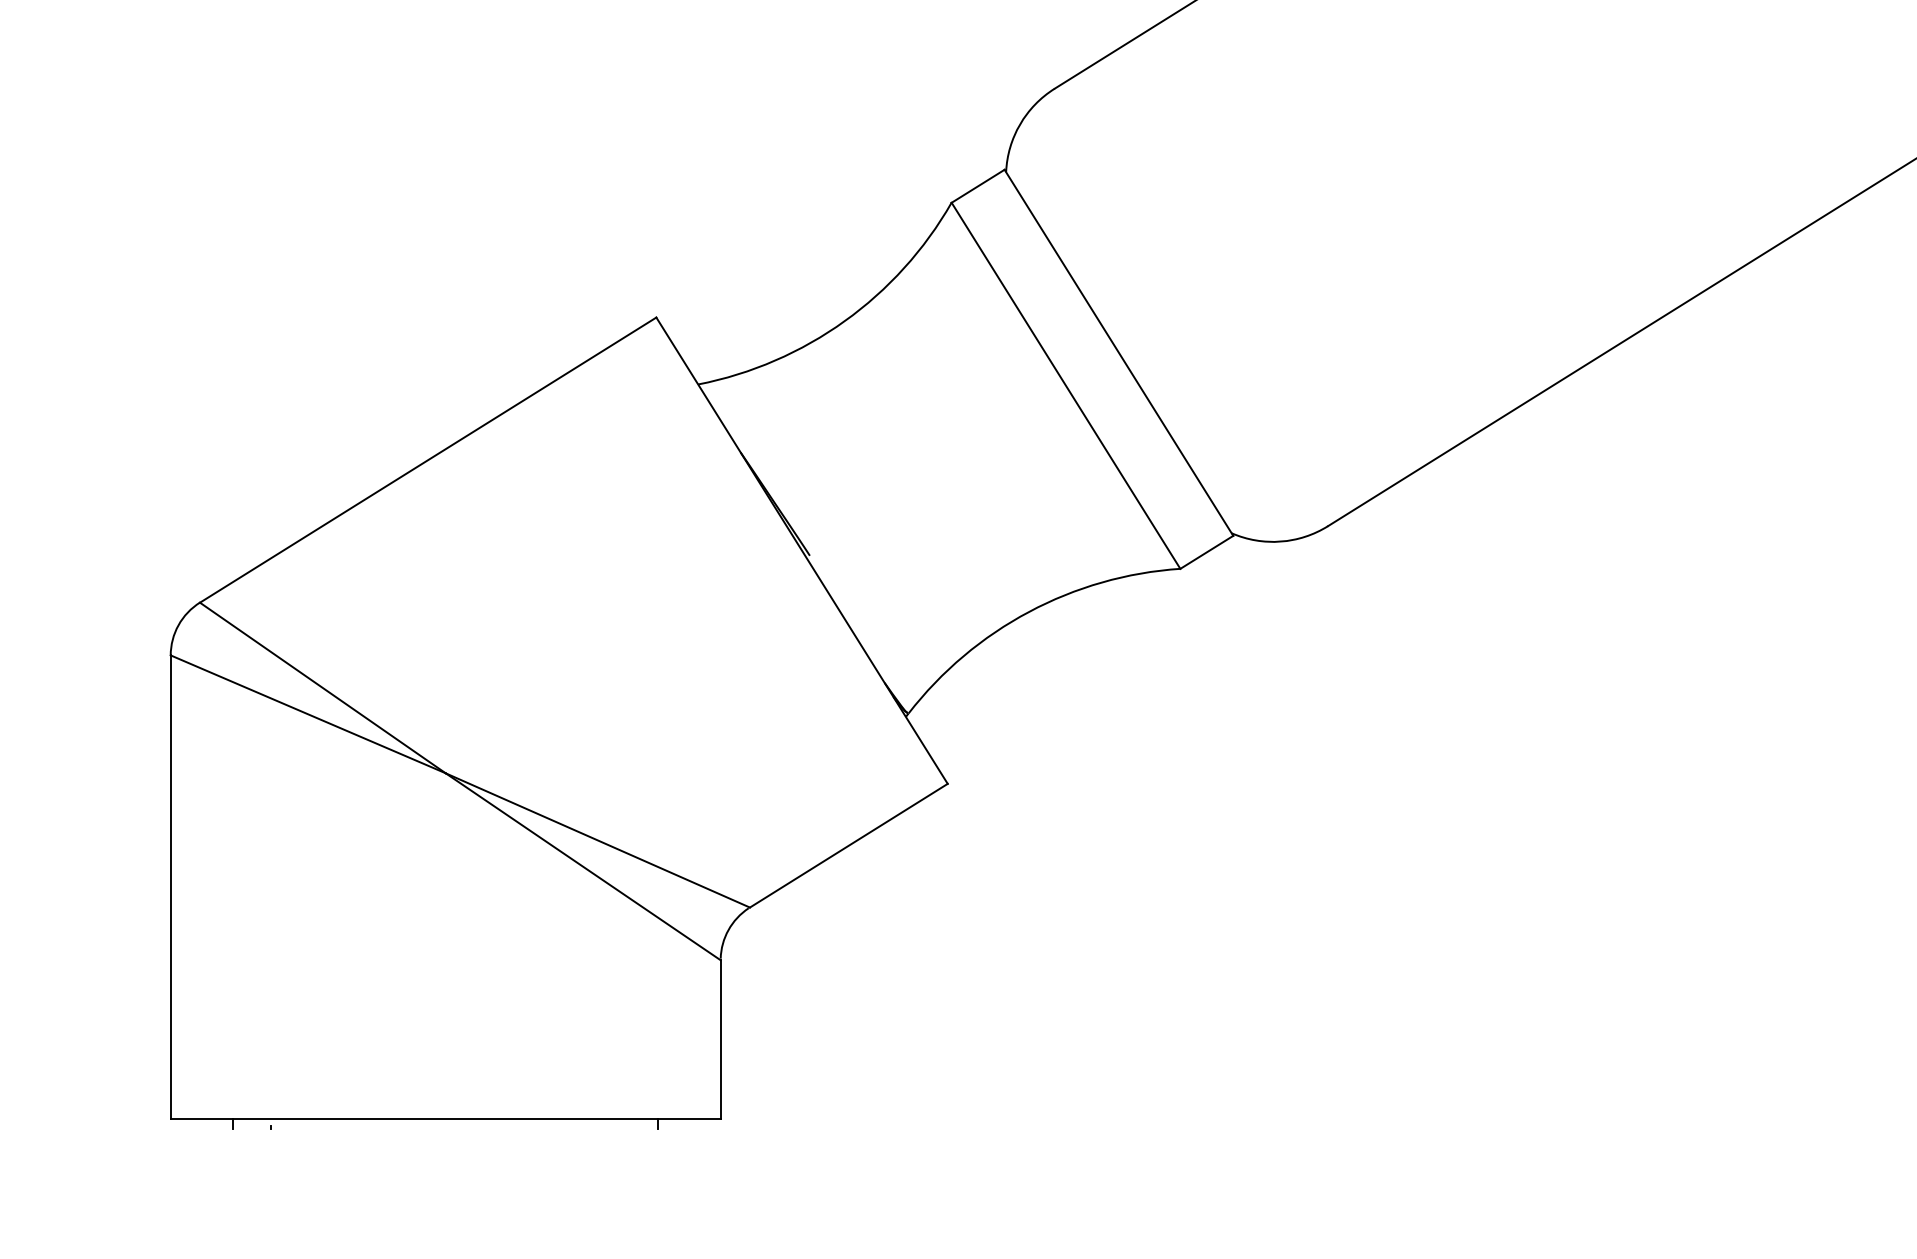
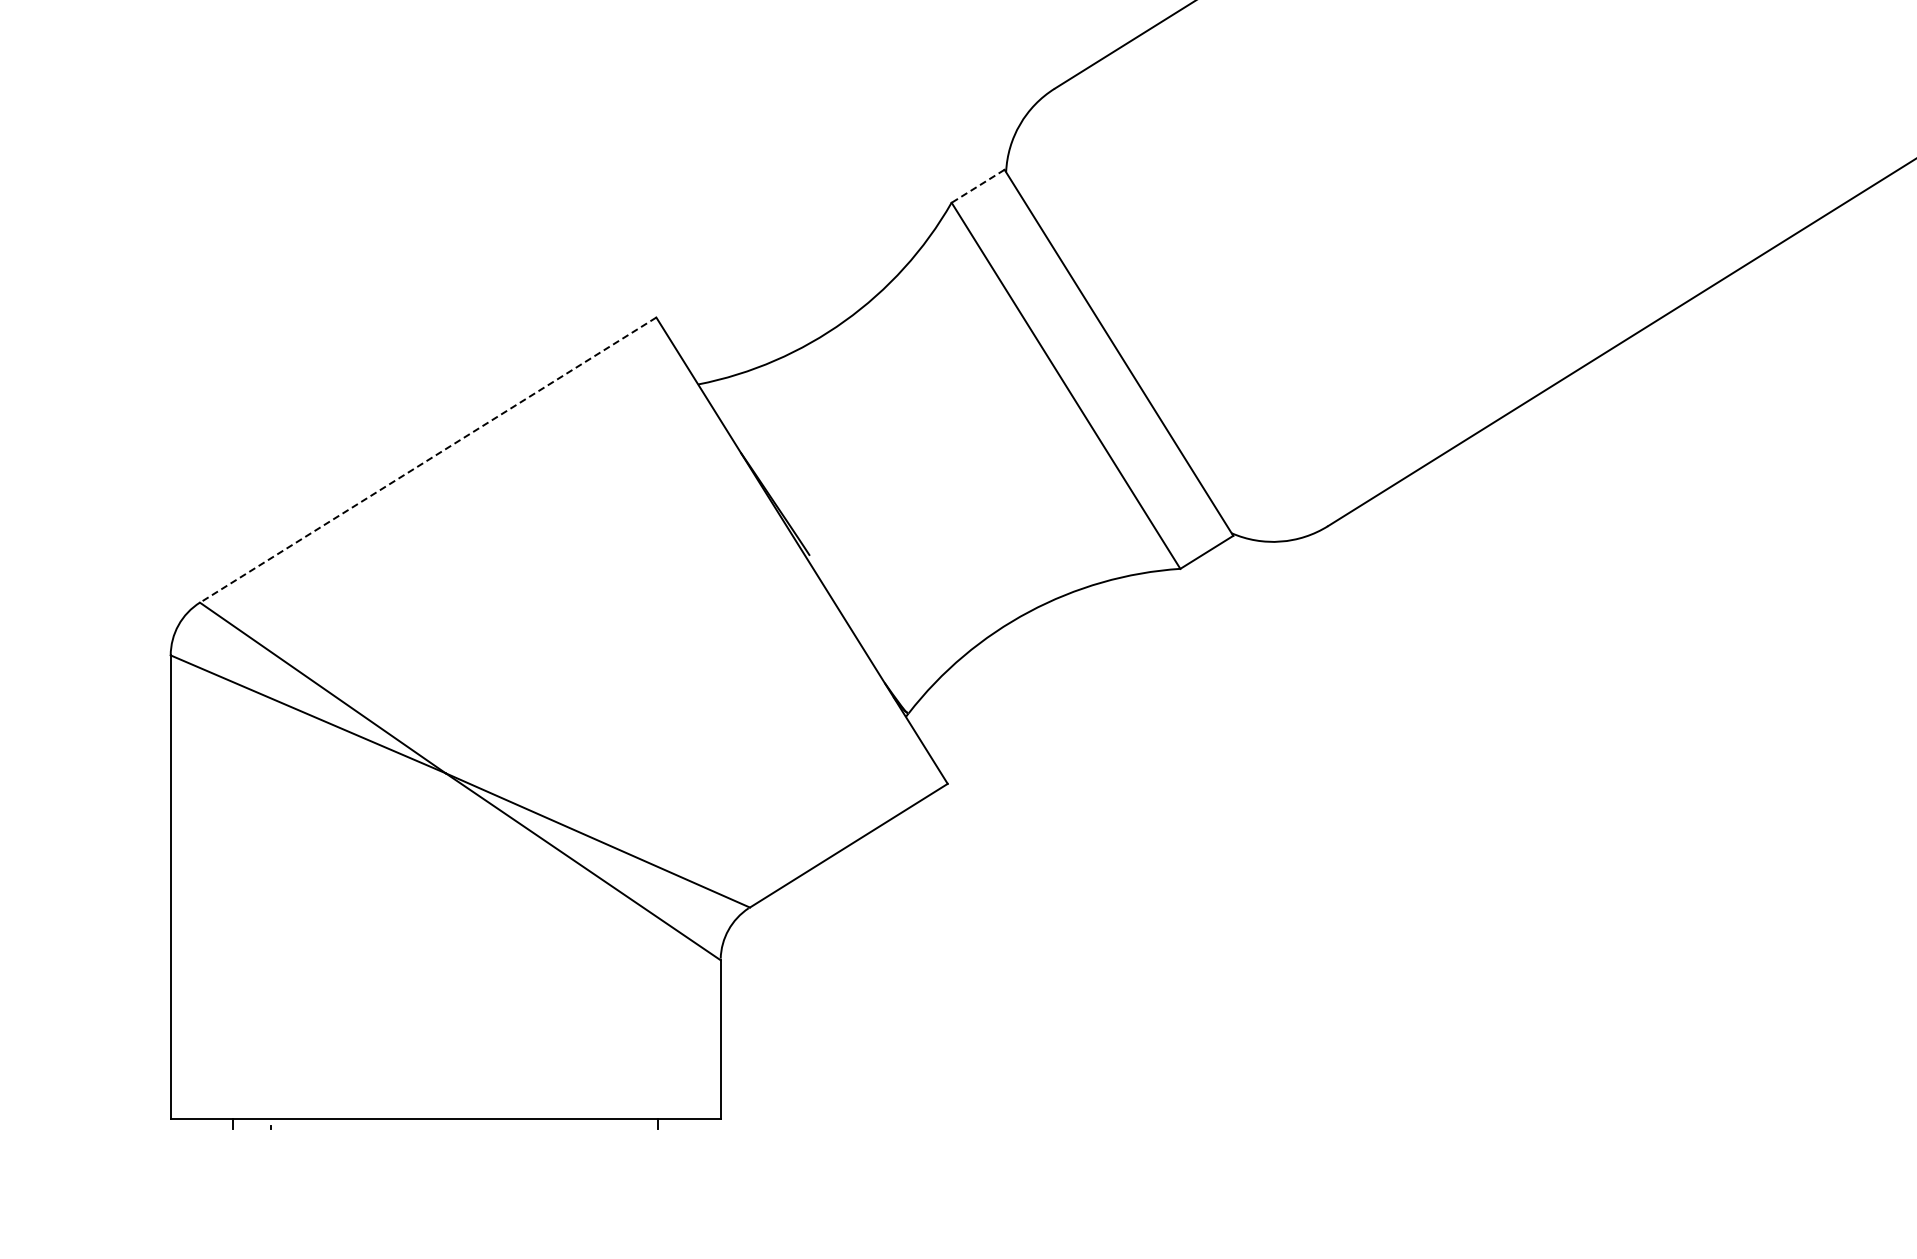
line at (977, 186): solid -> dashed
line at (427, 460): solid -> dashed
